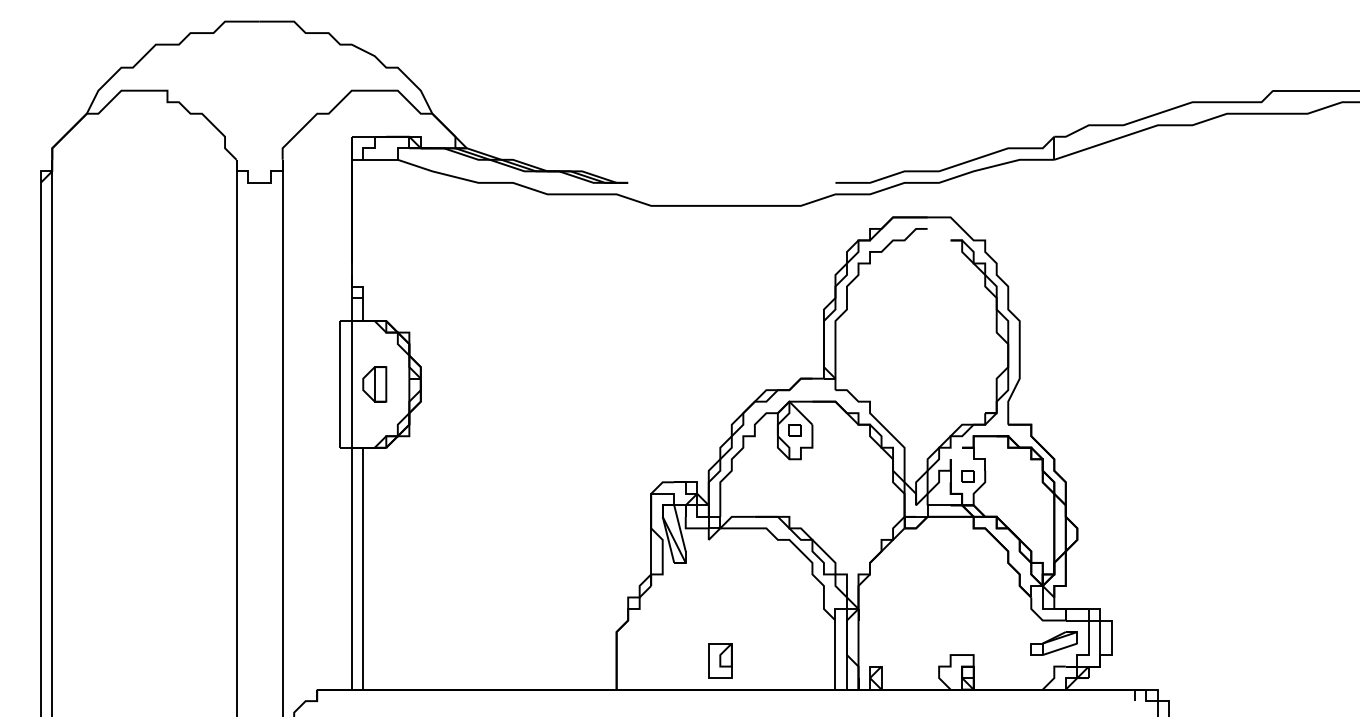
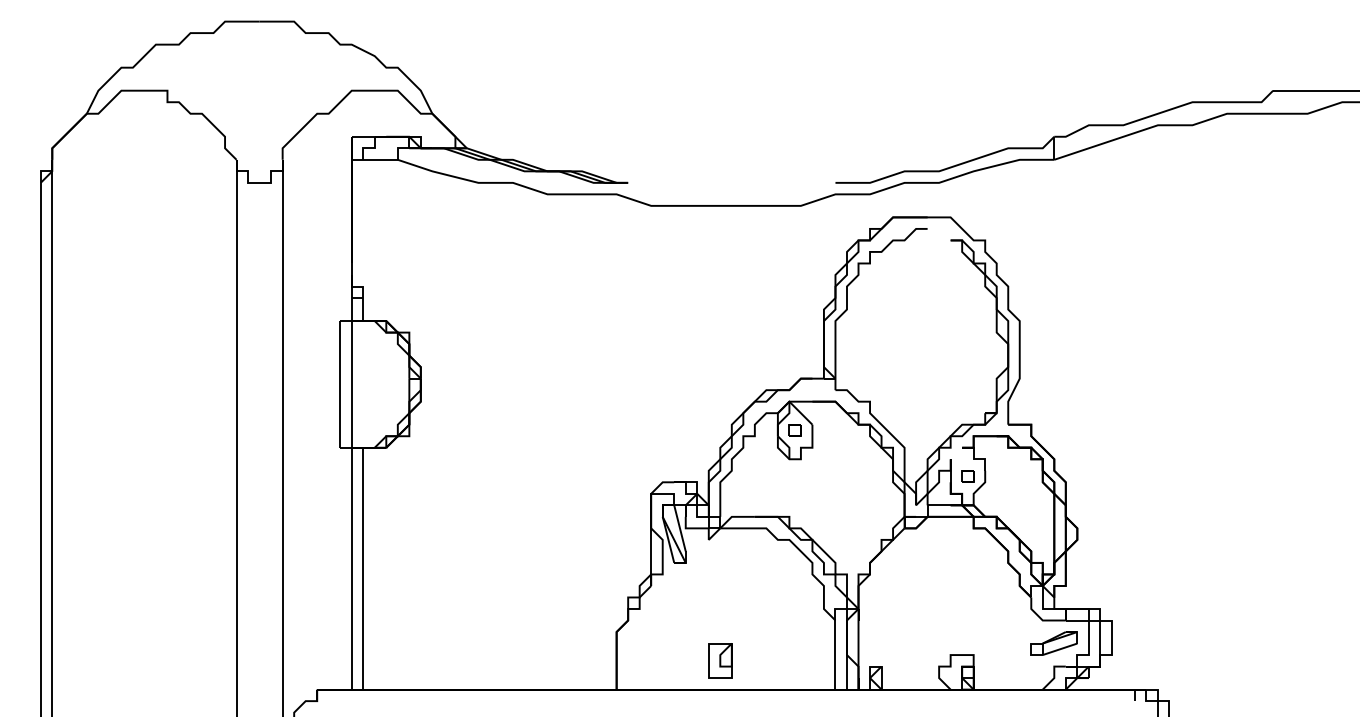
part at (374, 384): present -> none
